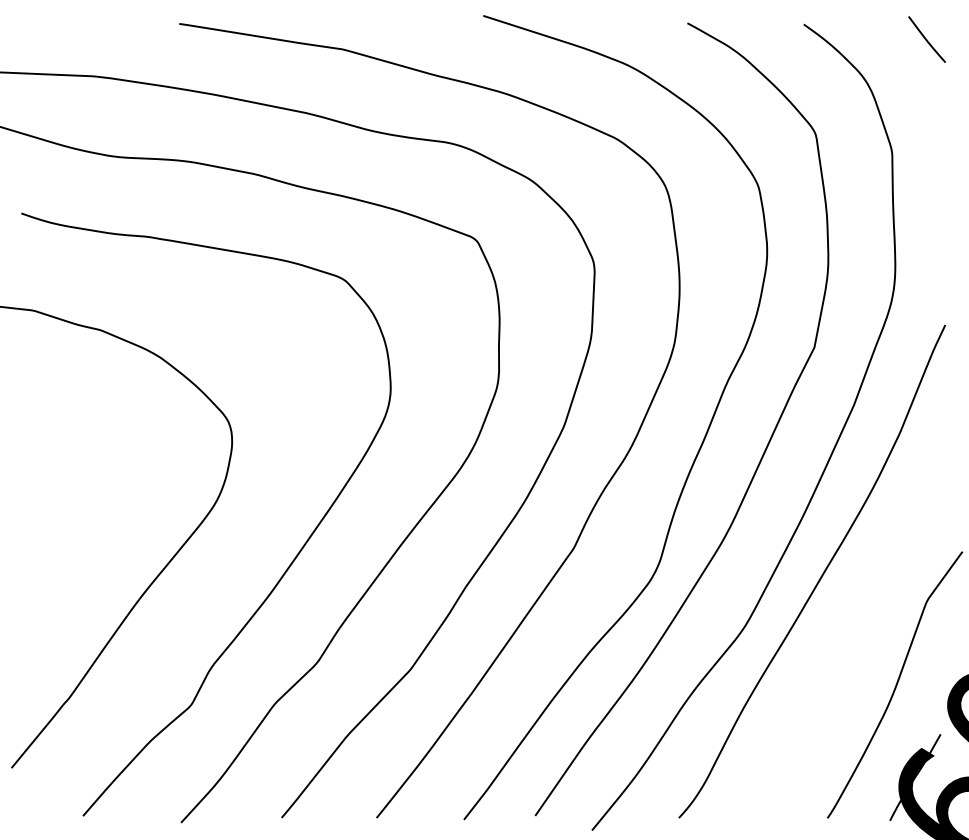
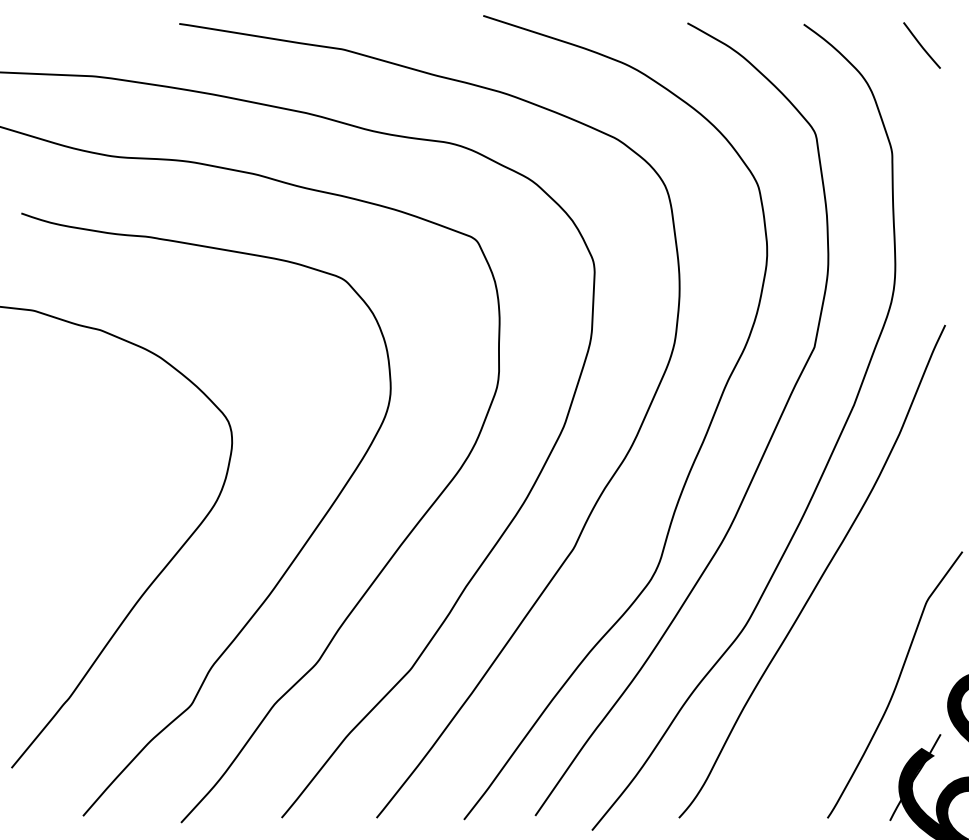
line at (926, 39) position: (926, 39) -> (921, 45)
